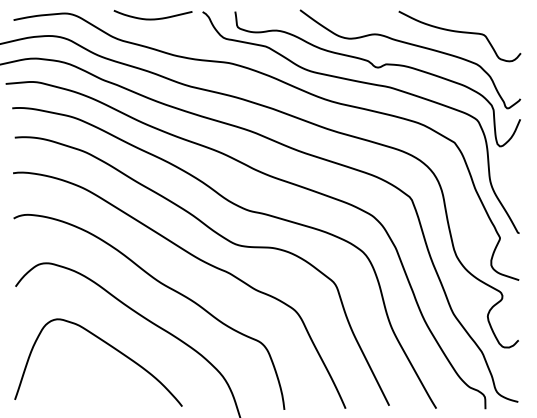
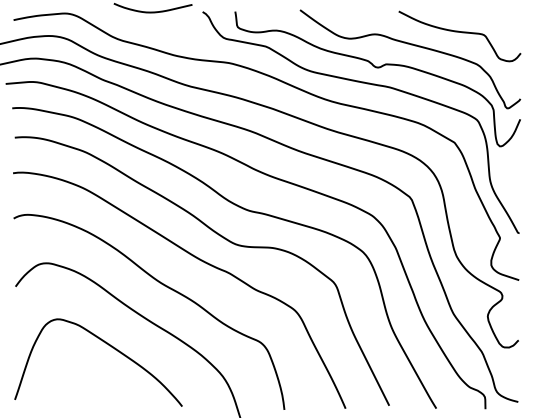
curve at (152, 18) position: (152, 18) -> (152, 11)
